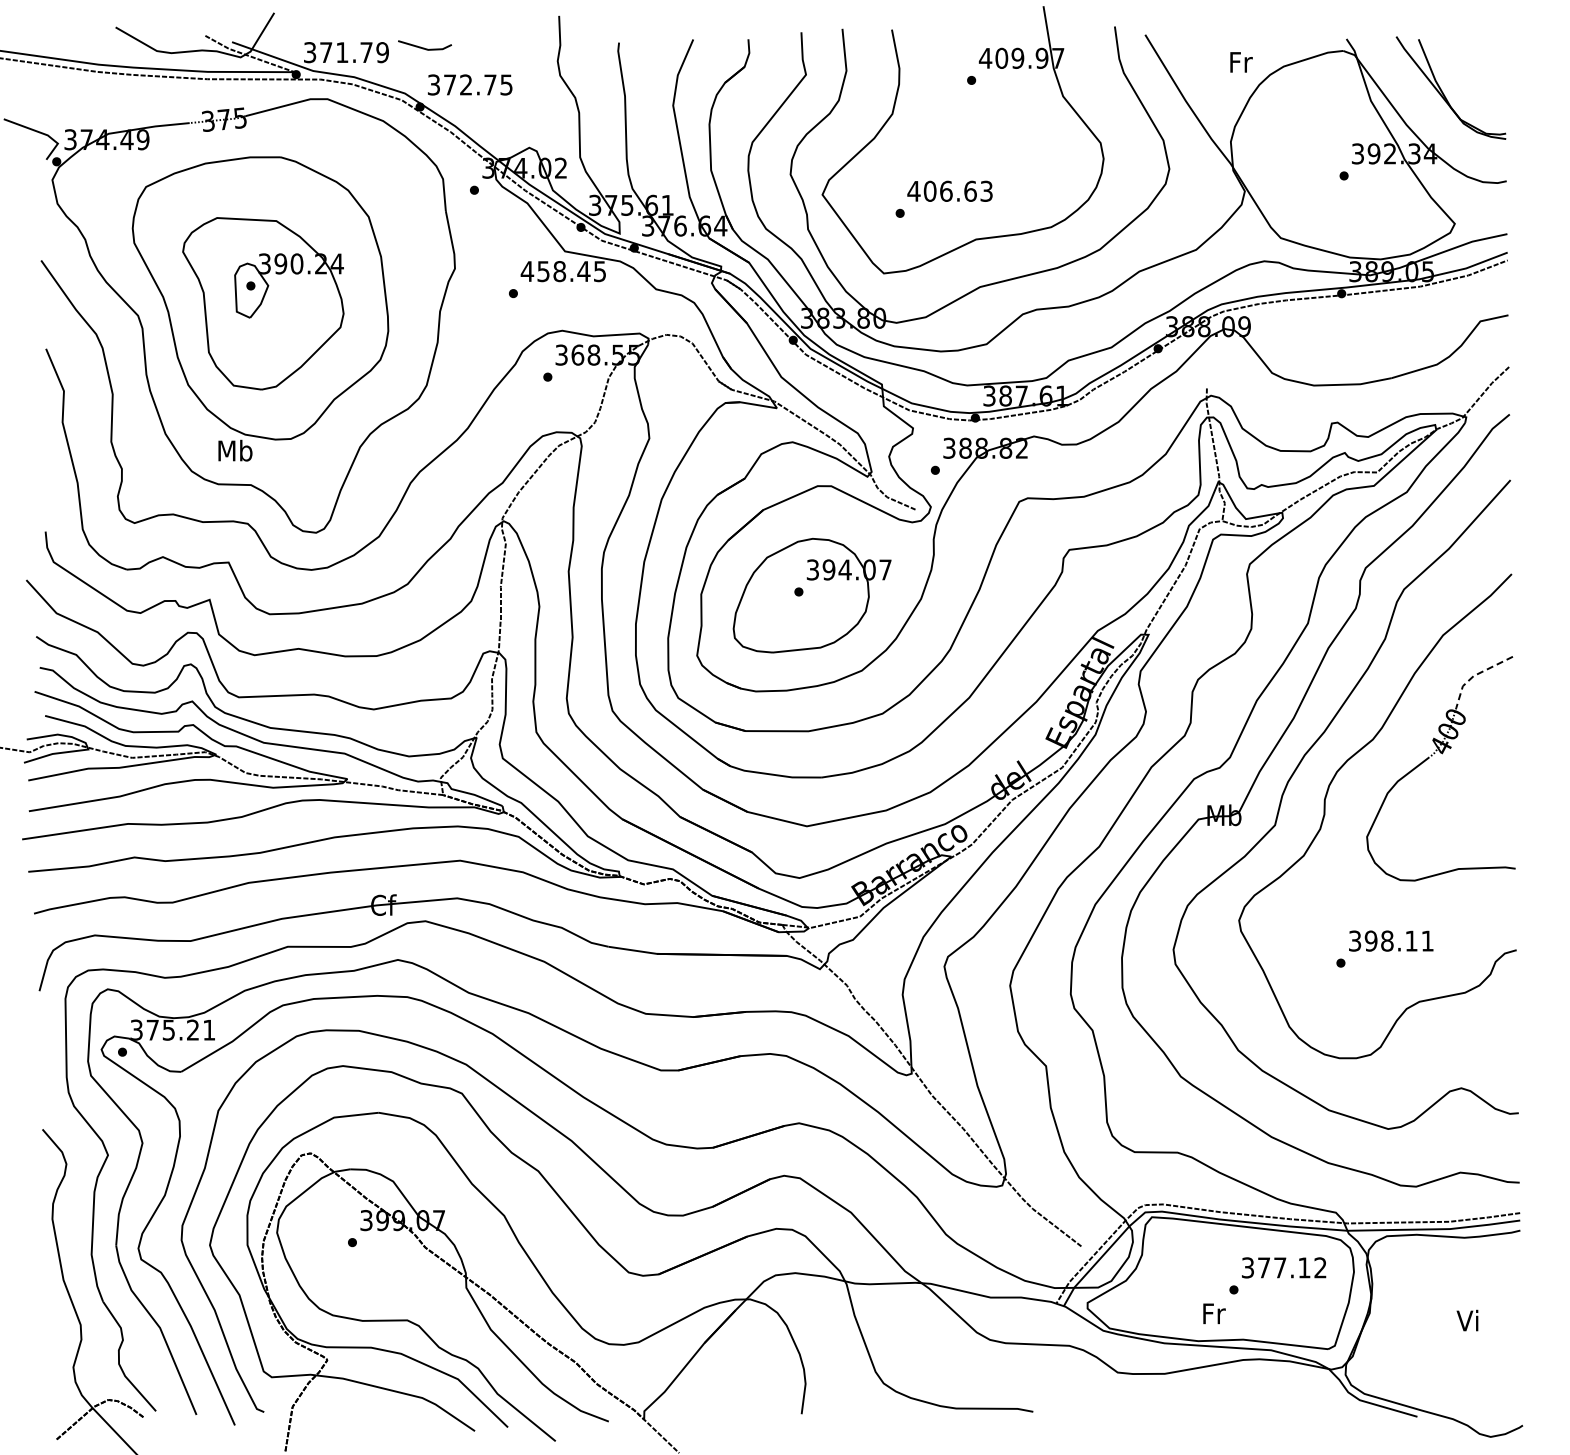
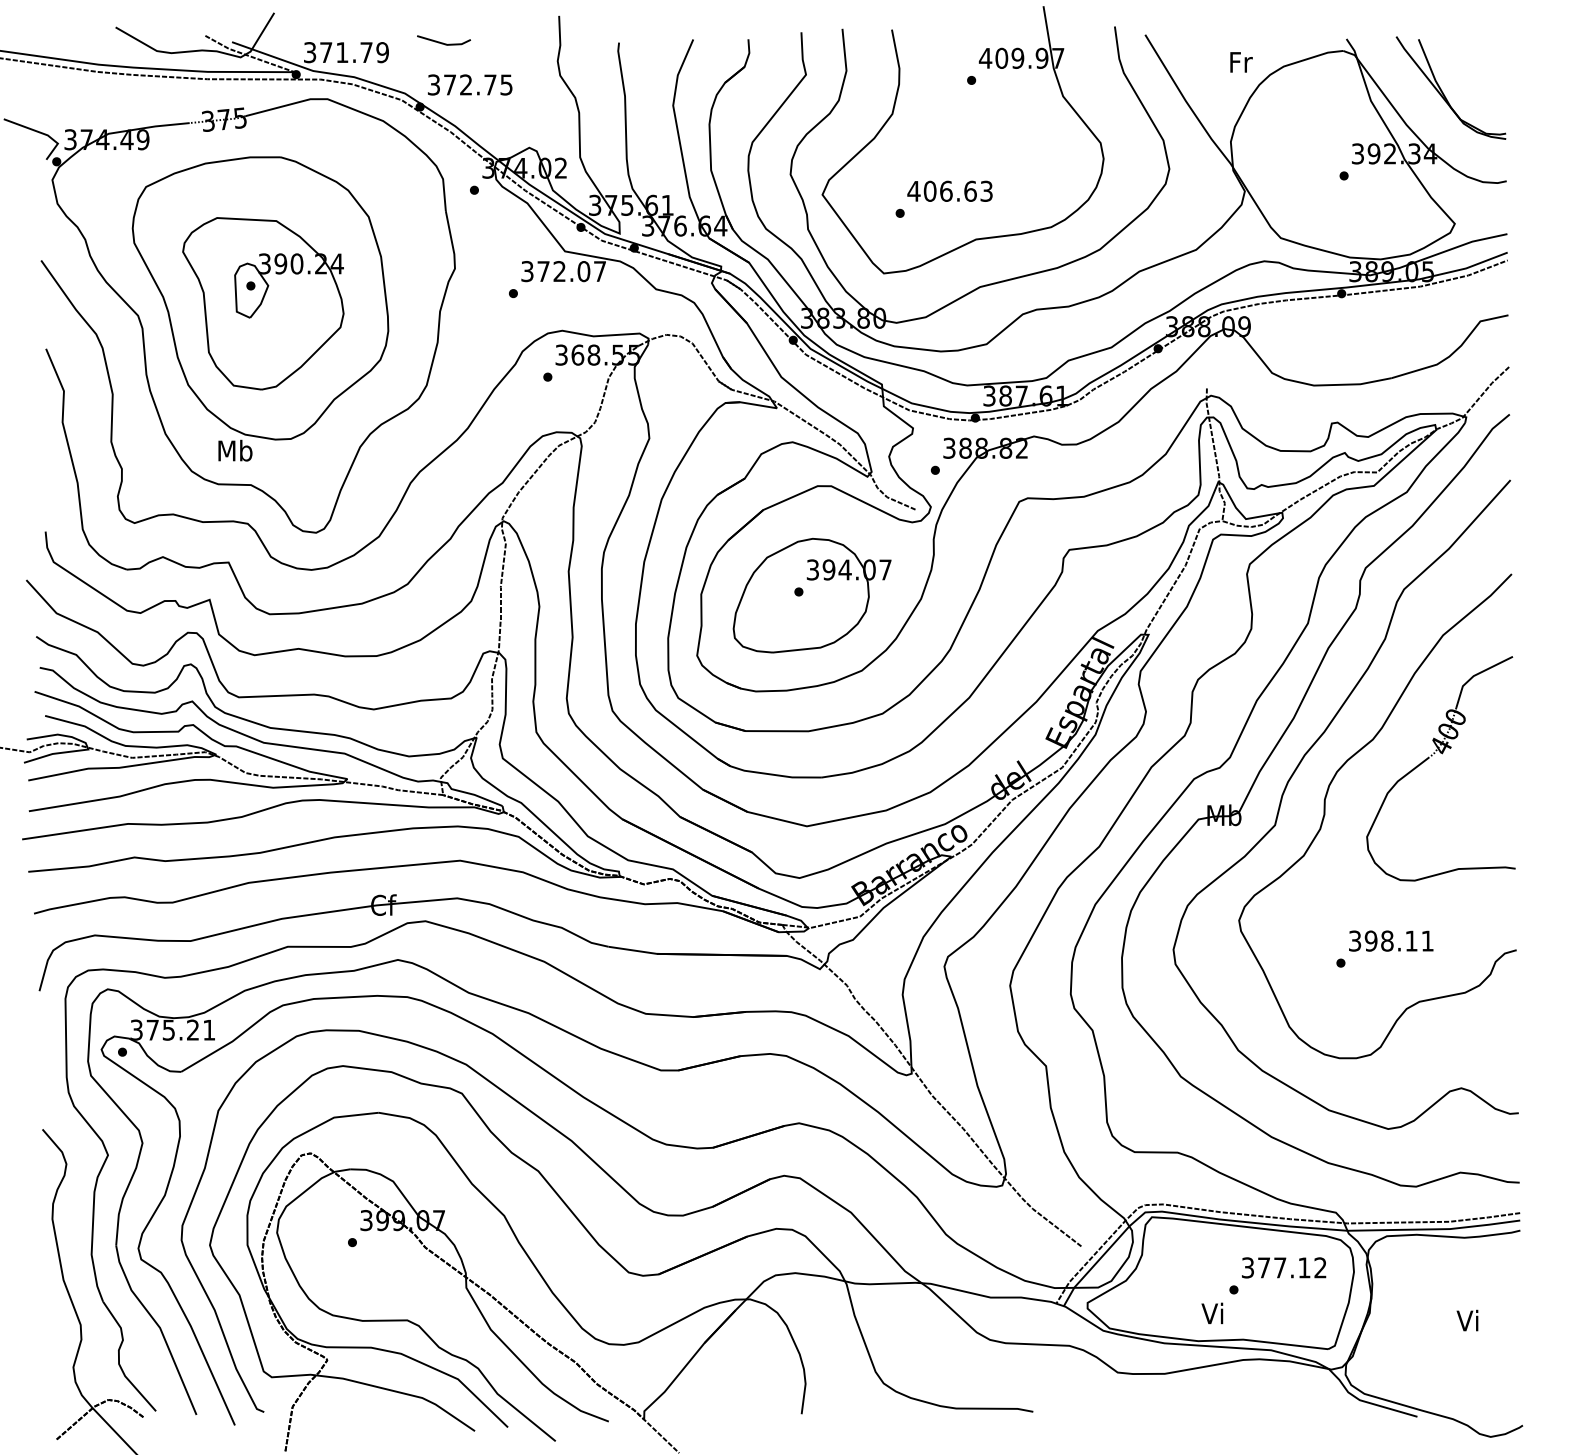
line at (424, 47) position: (424, 47) -> (443, 42)
text at (562, 271): 458.45 -> 372.07
line at (1475, 675): dashed -> solid
text at (1213, 1313): Fr -> Vi
